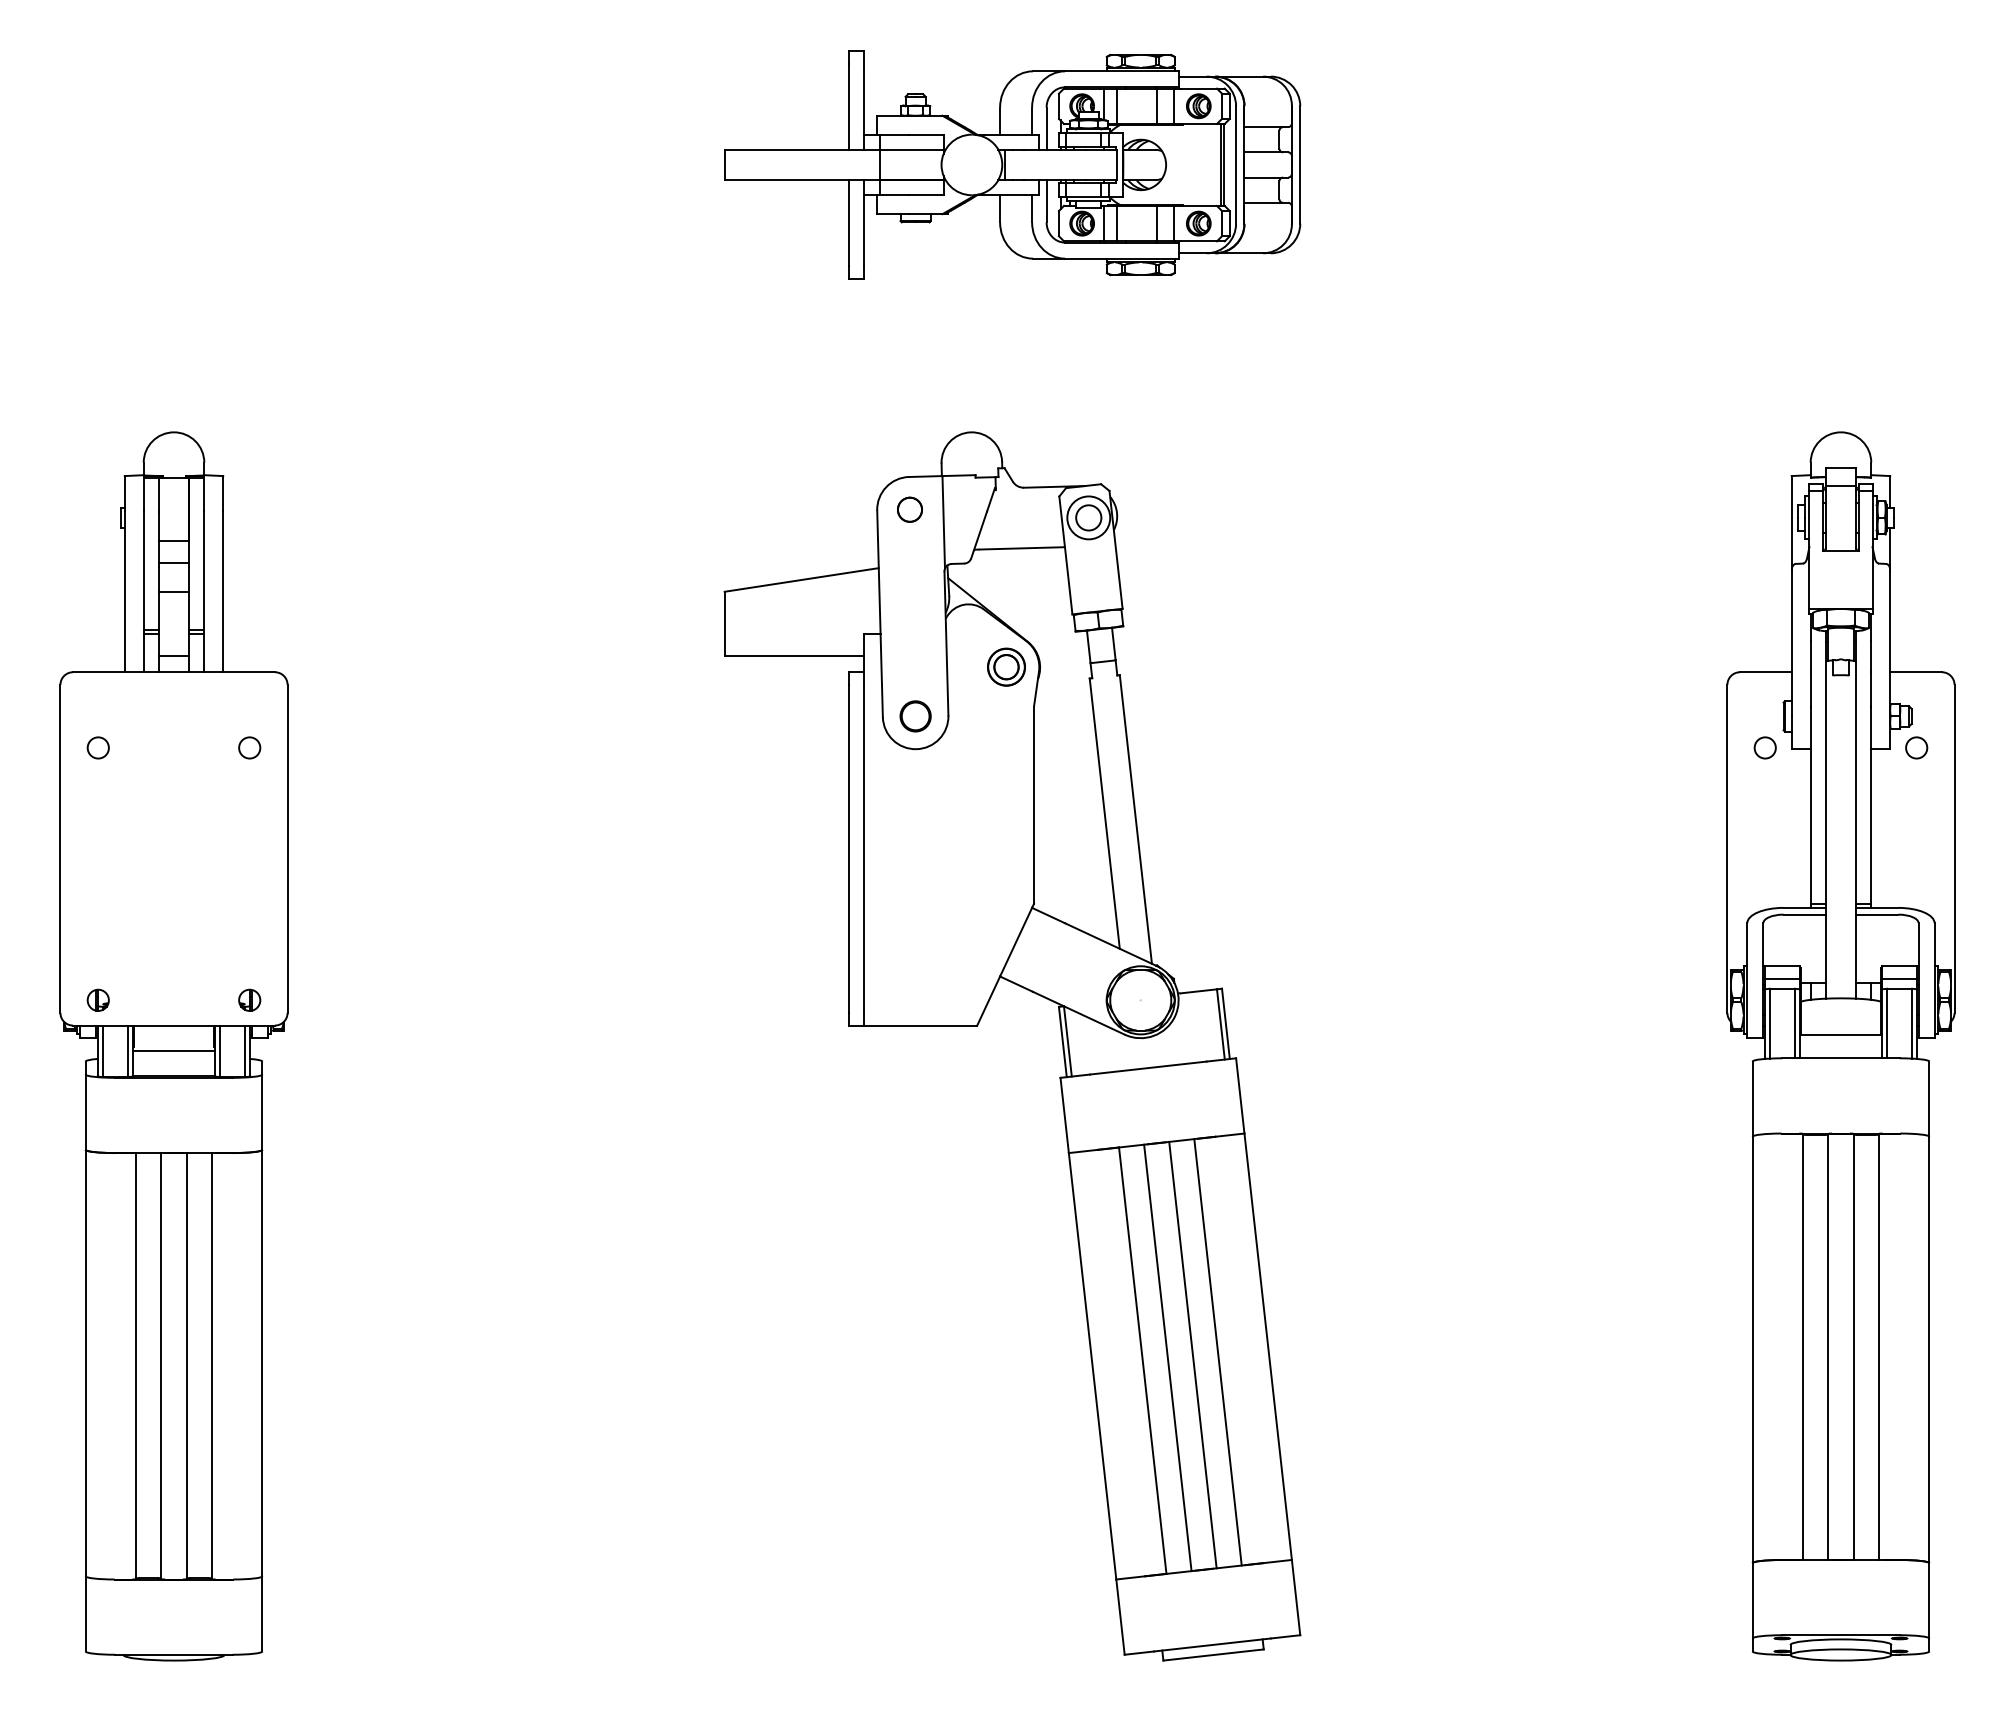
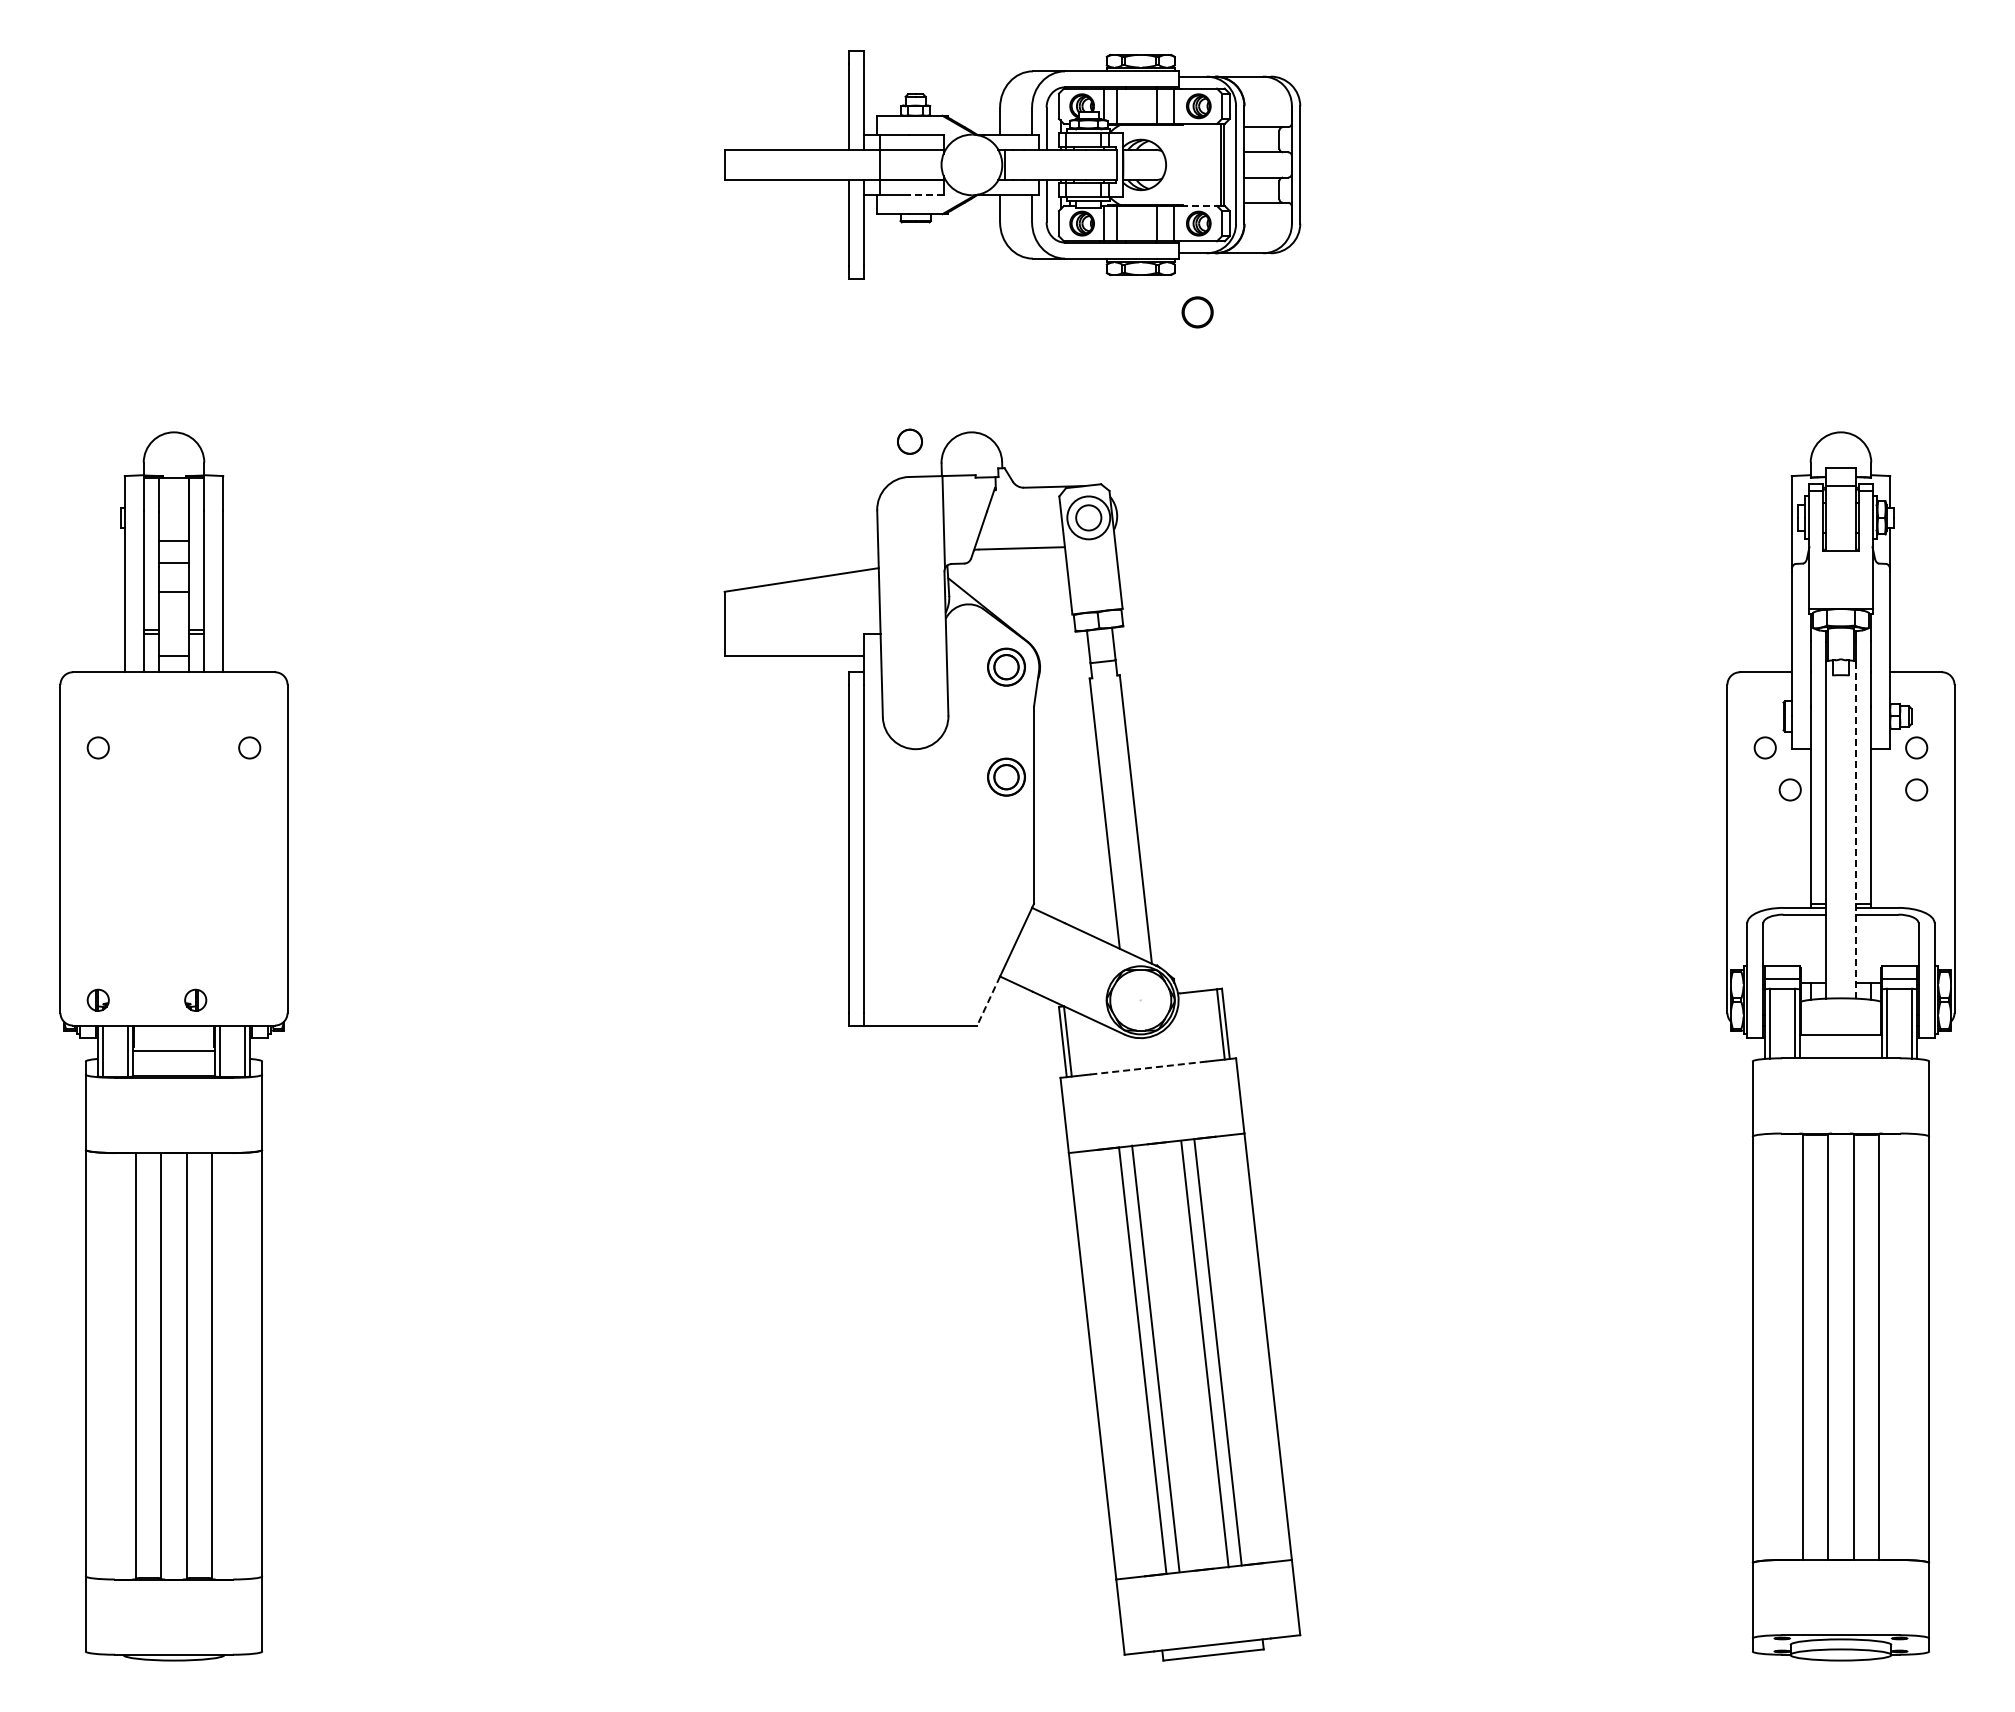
line at (926, 195): solid -> dashed
line at (1199, 205): solid -> dashed
circle at (909, 509) position: (909, 509) -> (909, 441)
circle at (915, 716) position: (915, 716) -> (1197, 312)
part at (1006, 776): none -> present
circle at (1789, 789): none -> present
circle at (1916, 789): none -> present
line at (1856, 829): solid -> dashed
part at (249, 999) position: (249, 999) -> (195, 999)
line at (988, 1001): solid -> dashed
line at (1148, 1068): solid -> dashed
line at (1192, 1354) position: (1192, 1354) -> (1204, 1353)
line at (1167, 1357) position: (1167, 1357) -> (1155, 1358)
